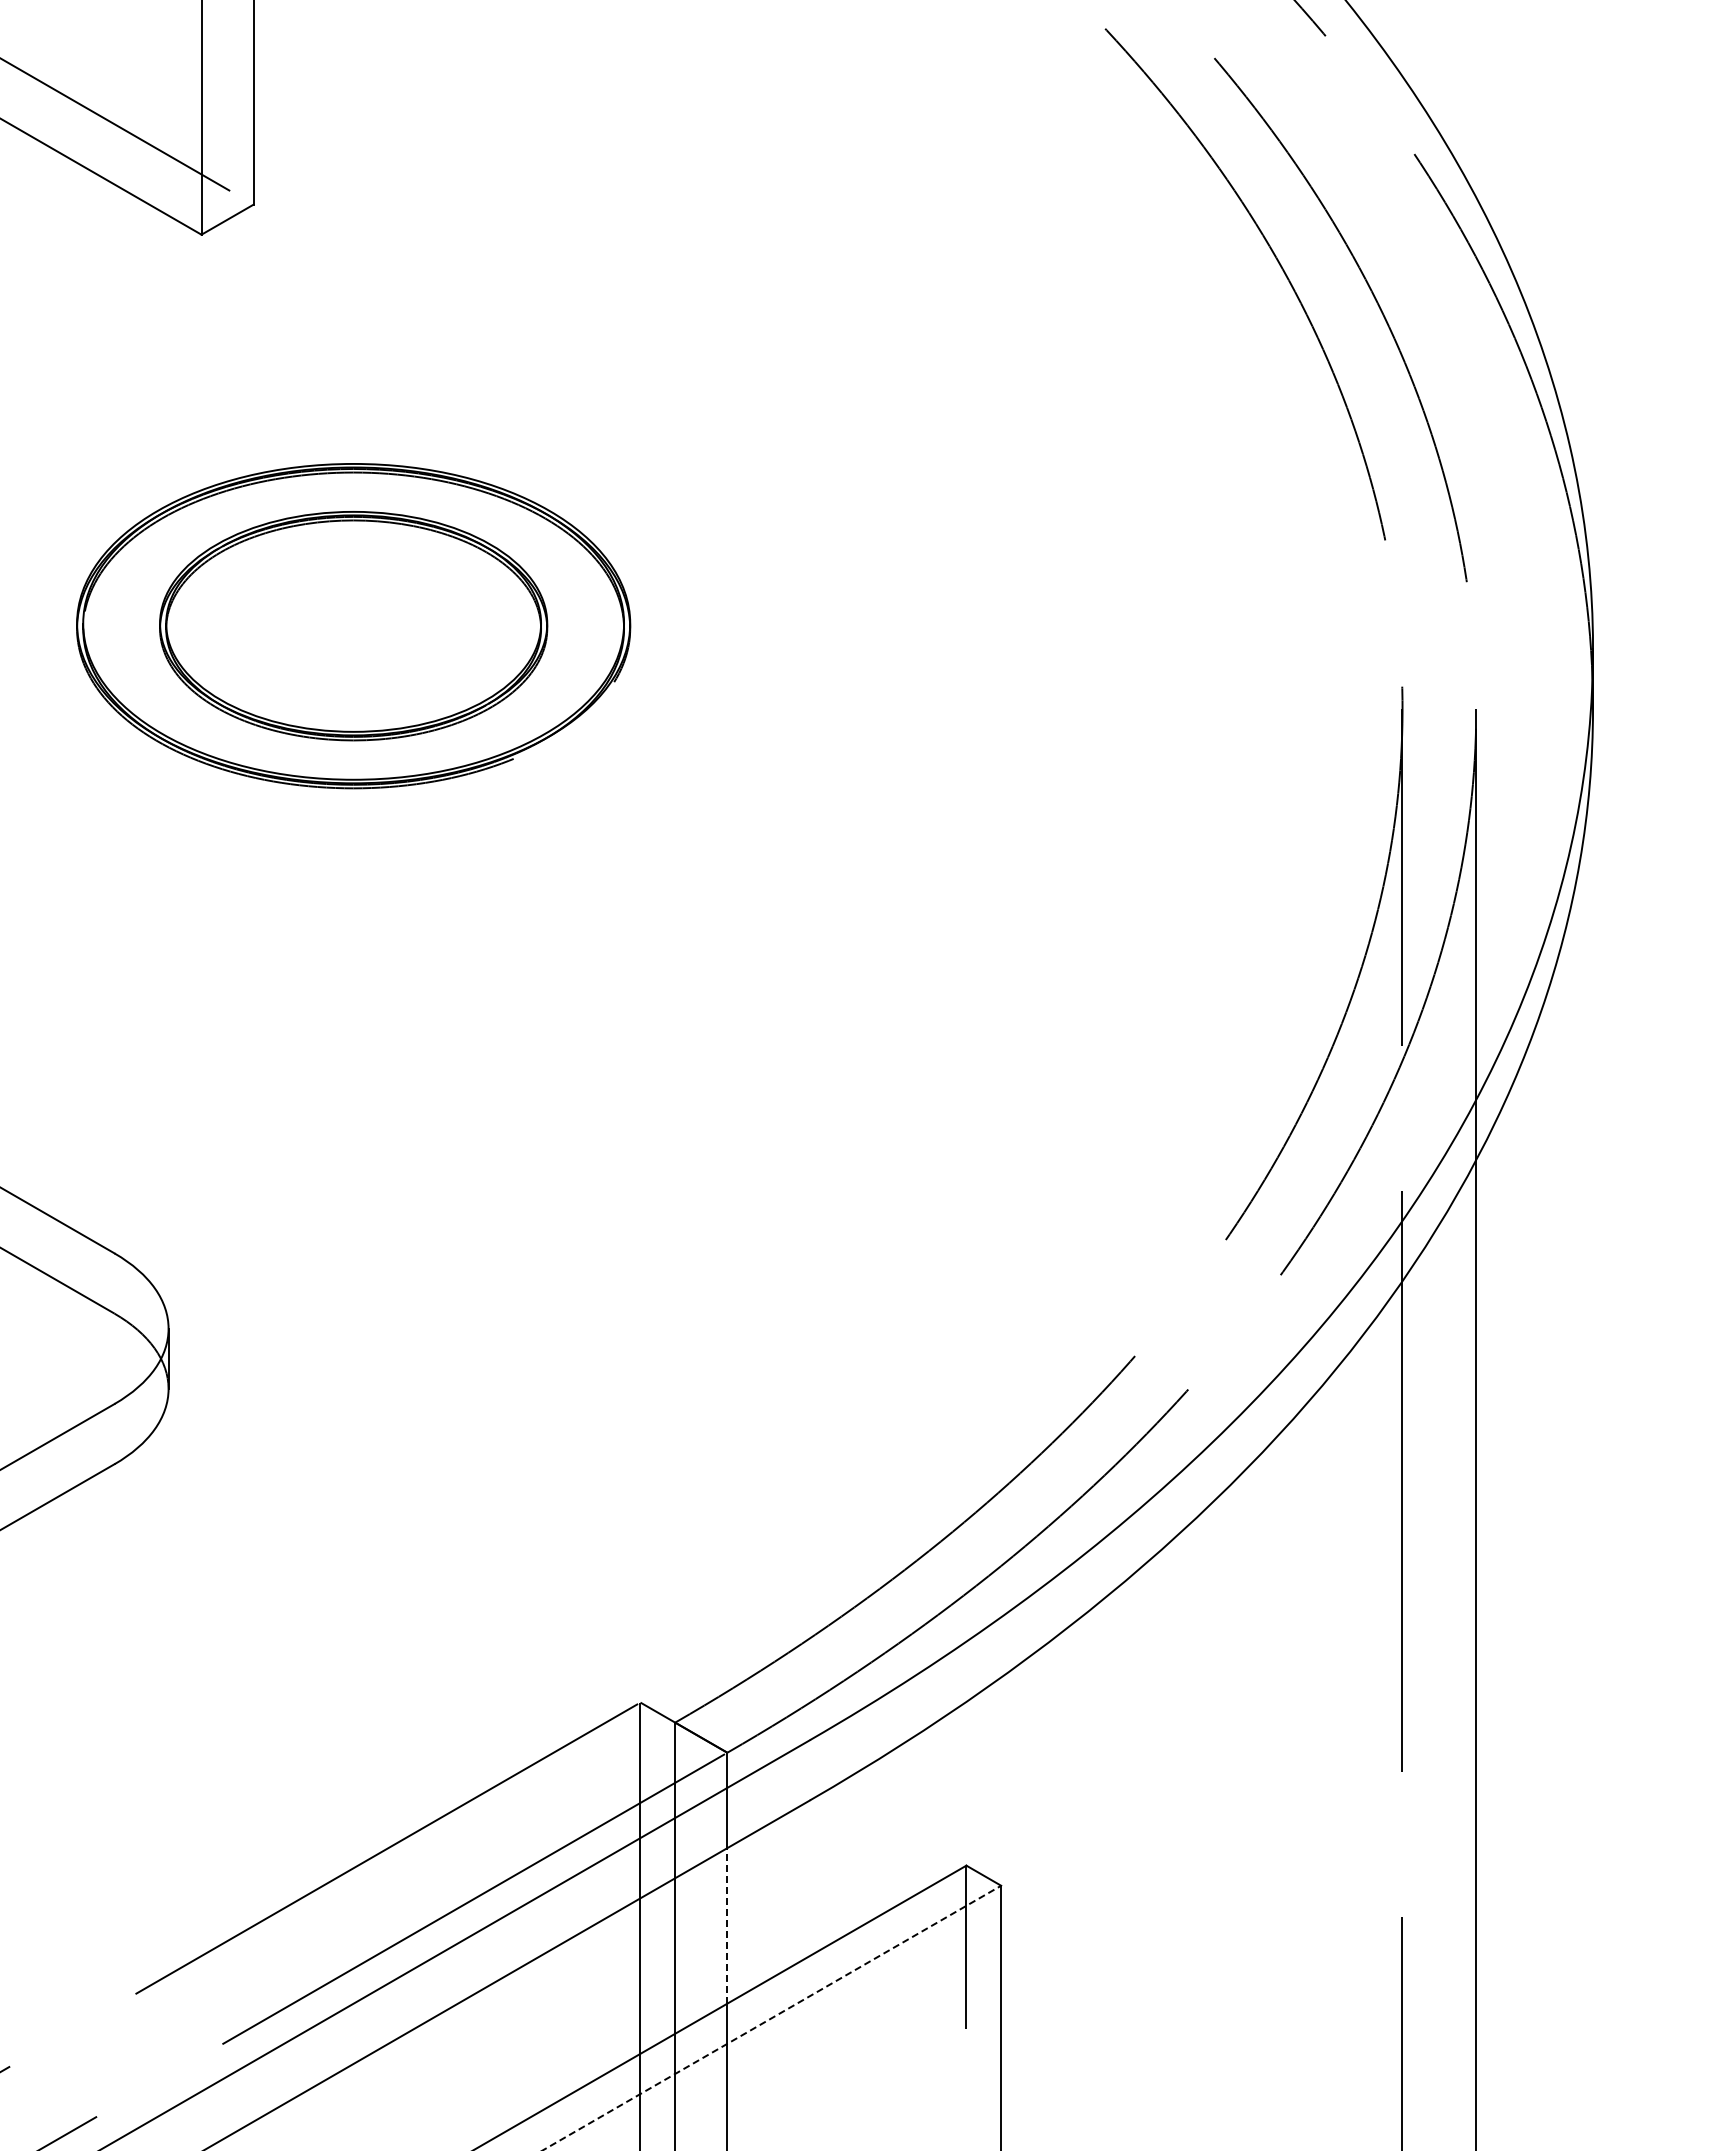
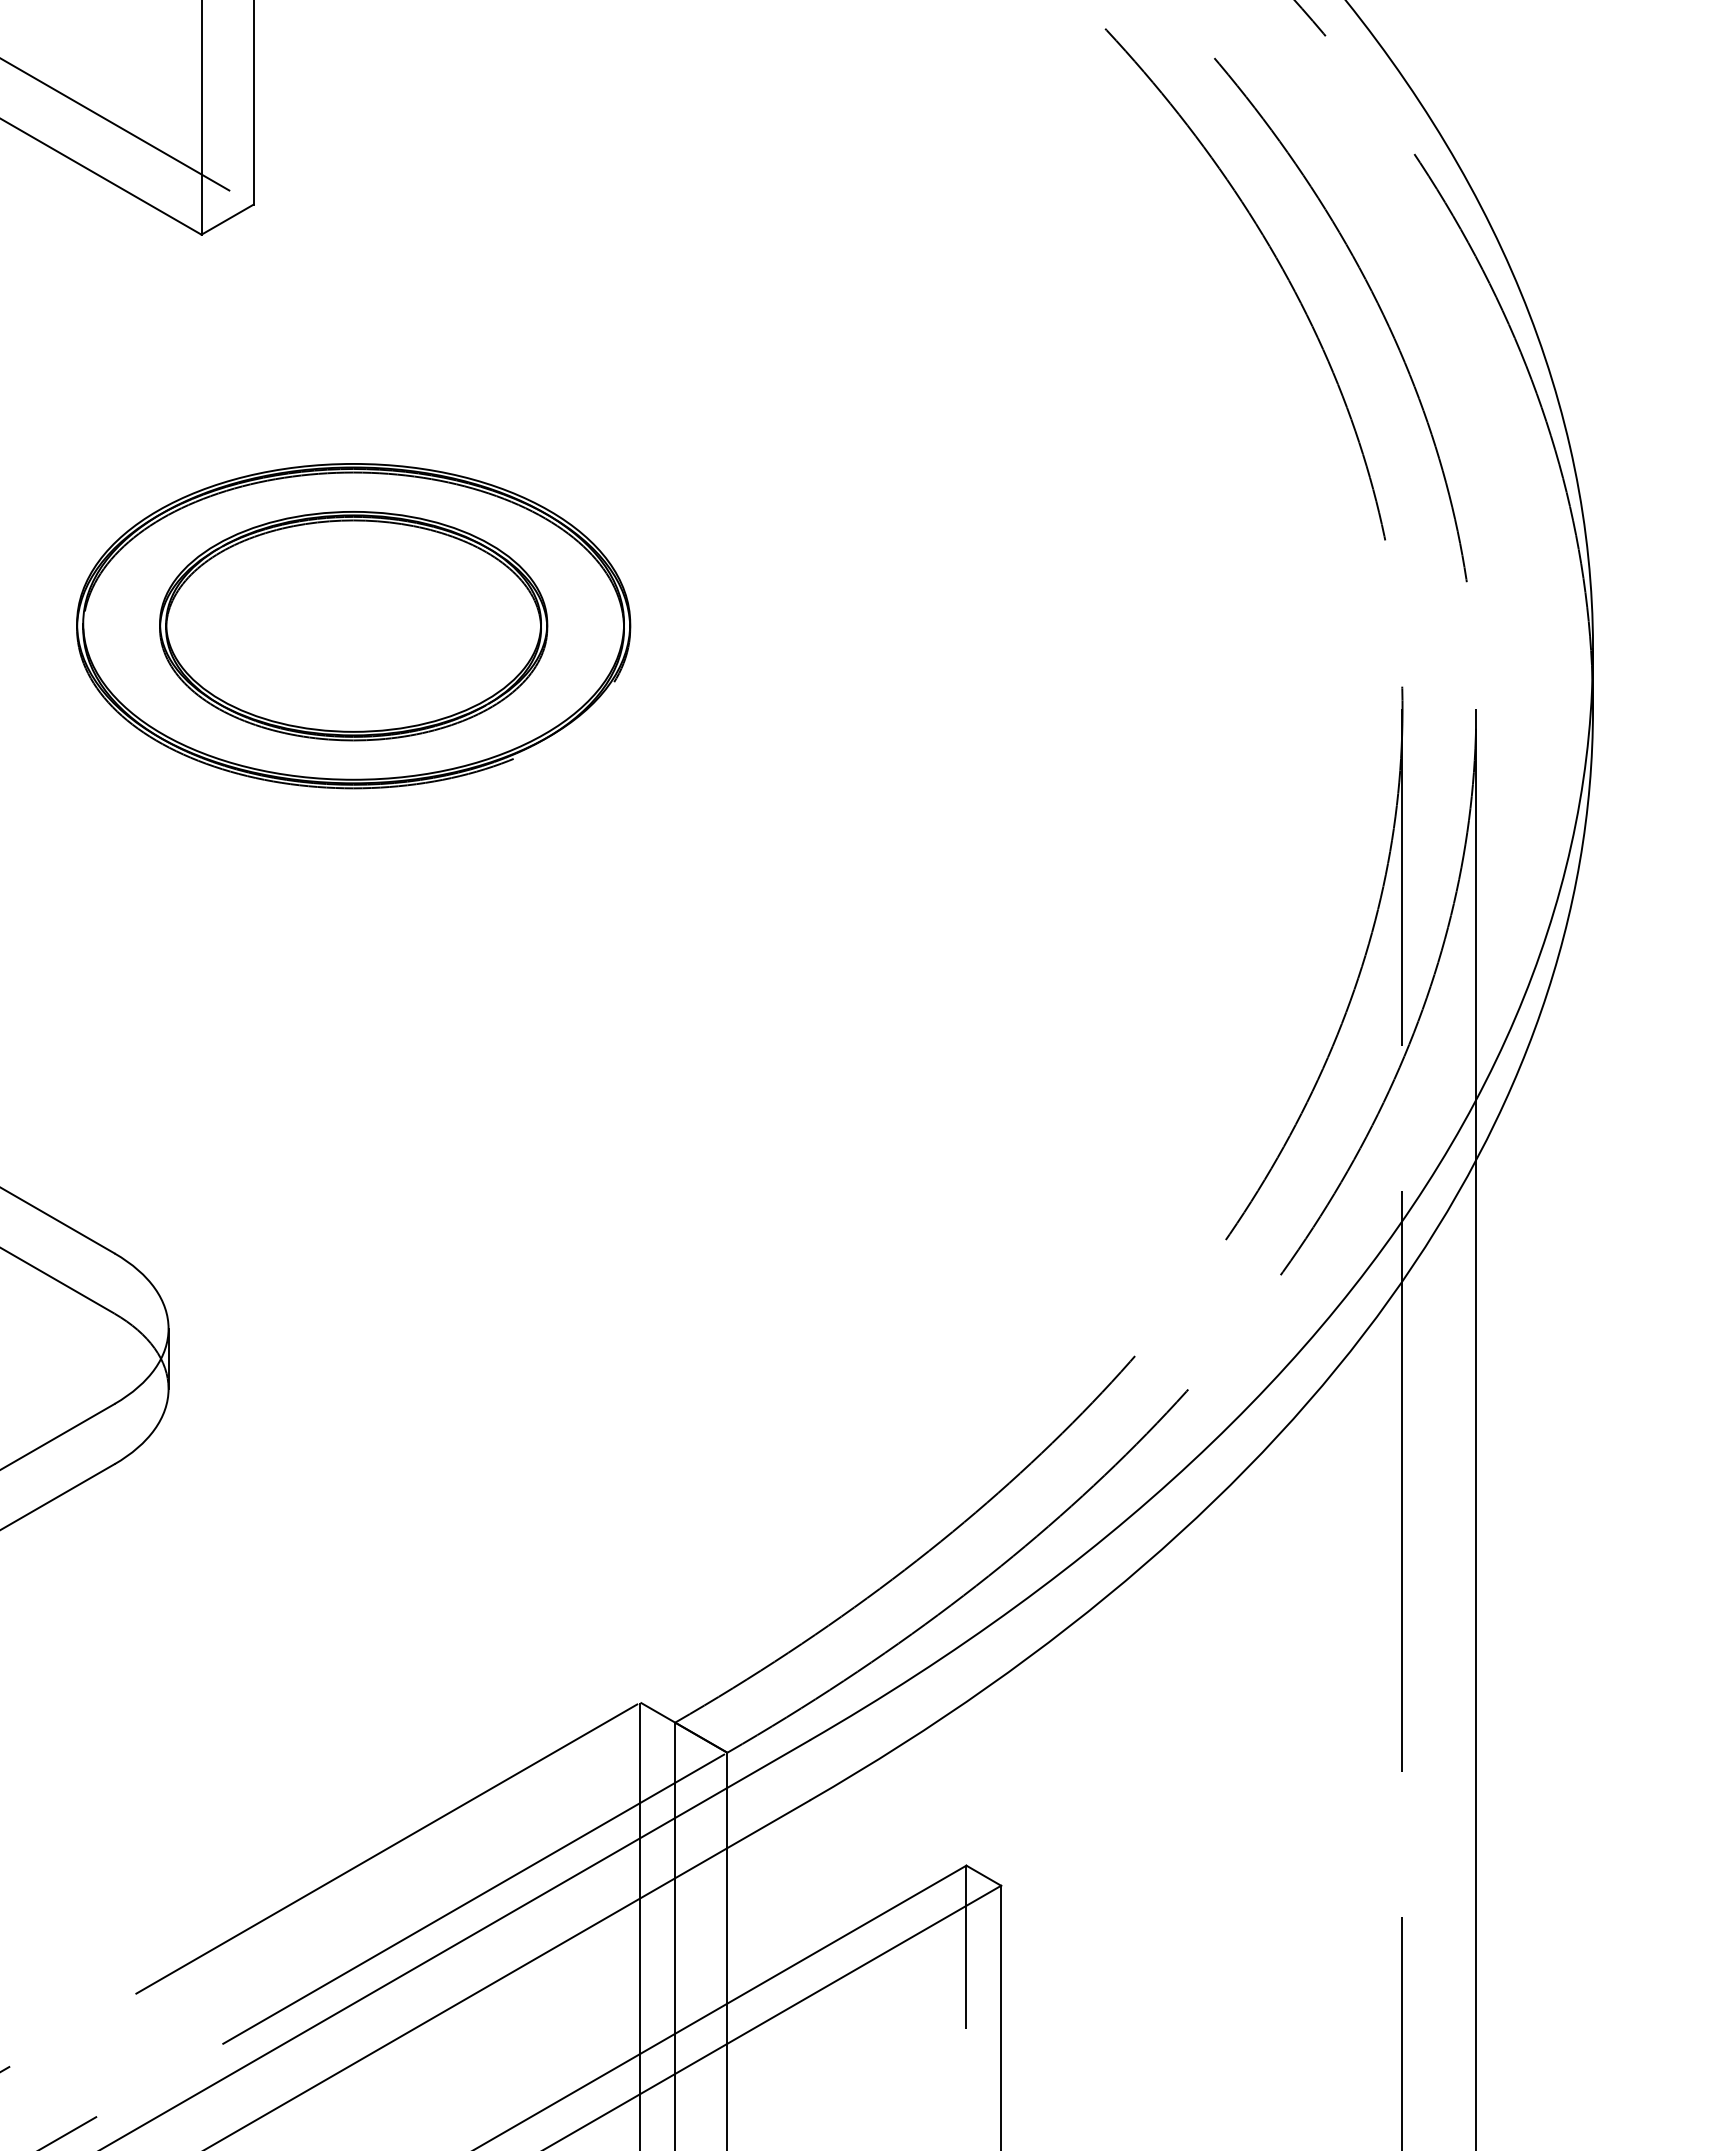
line at (727, 1925): dashed -> solid
line at (771, 2018): dashed -> solid
